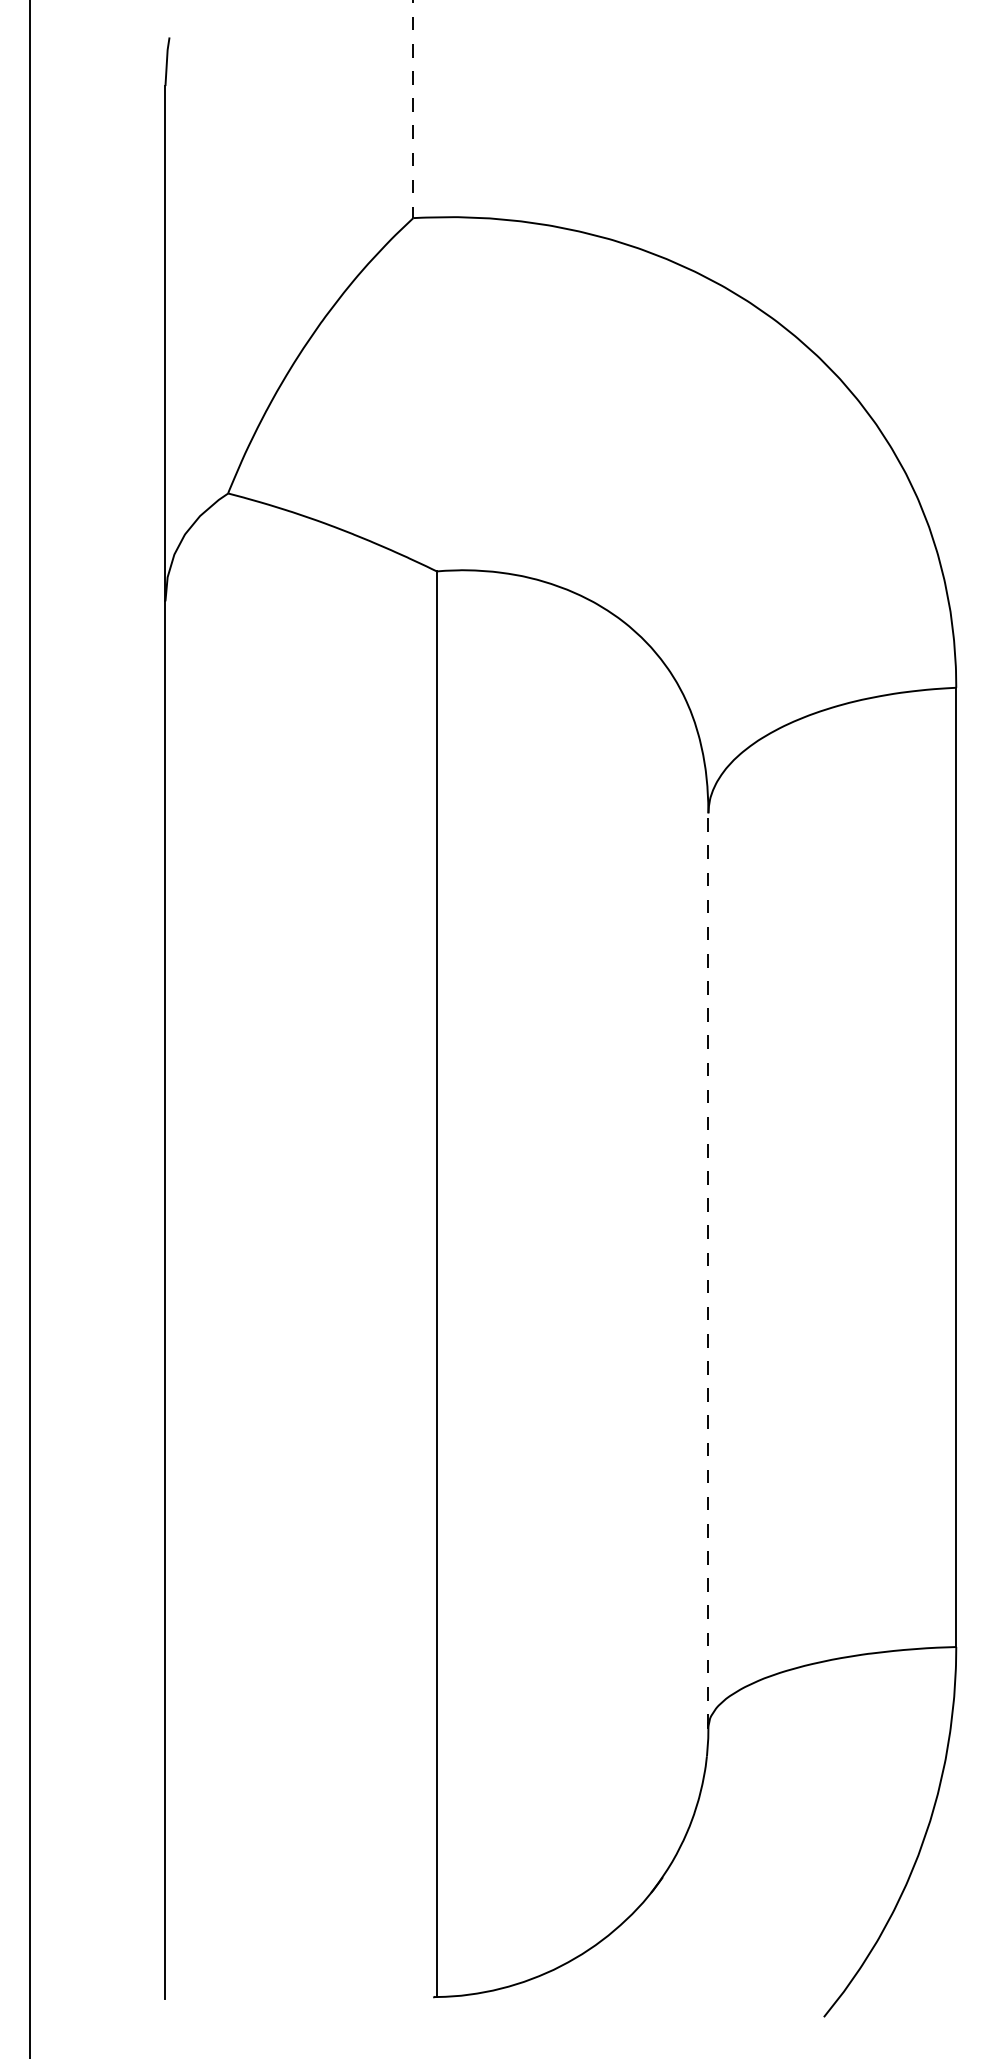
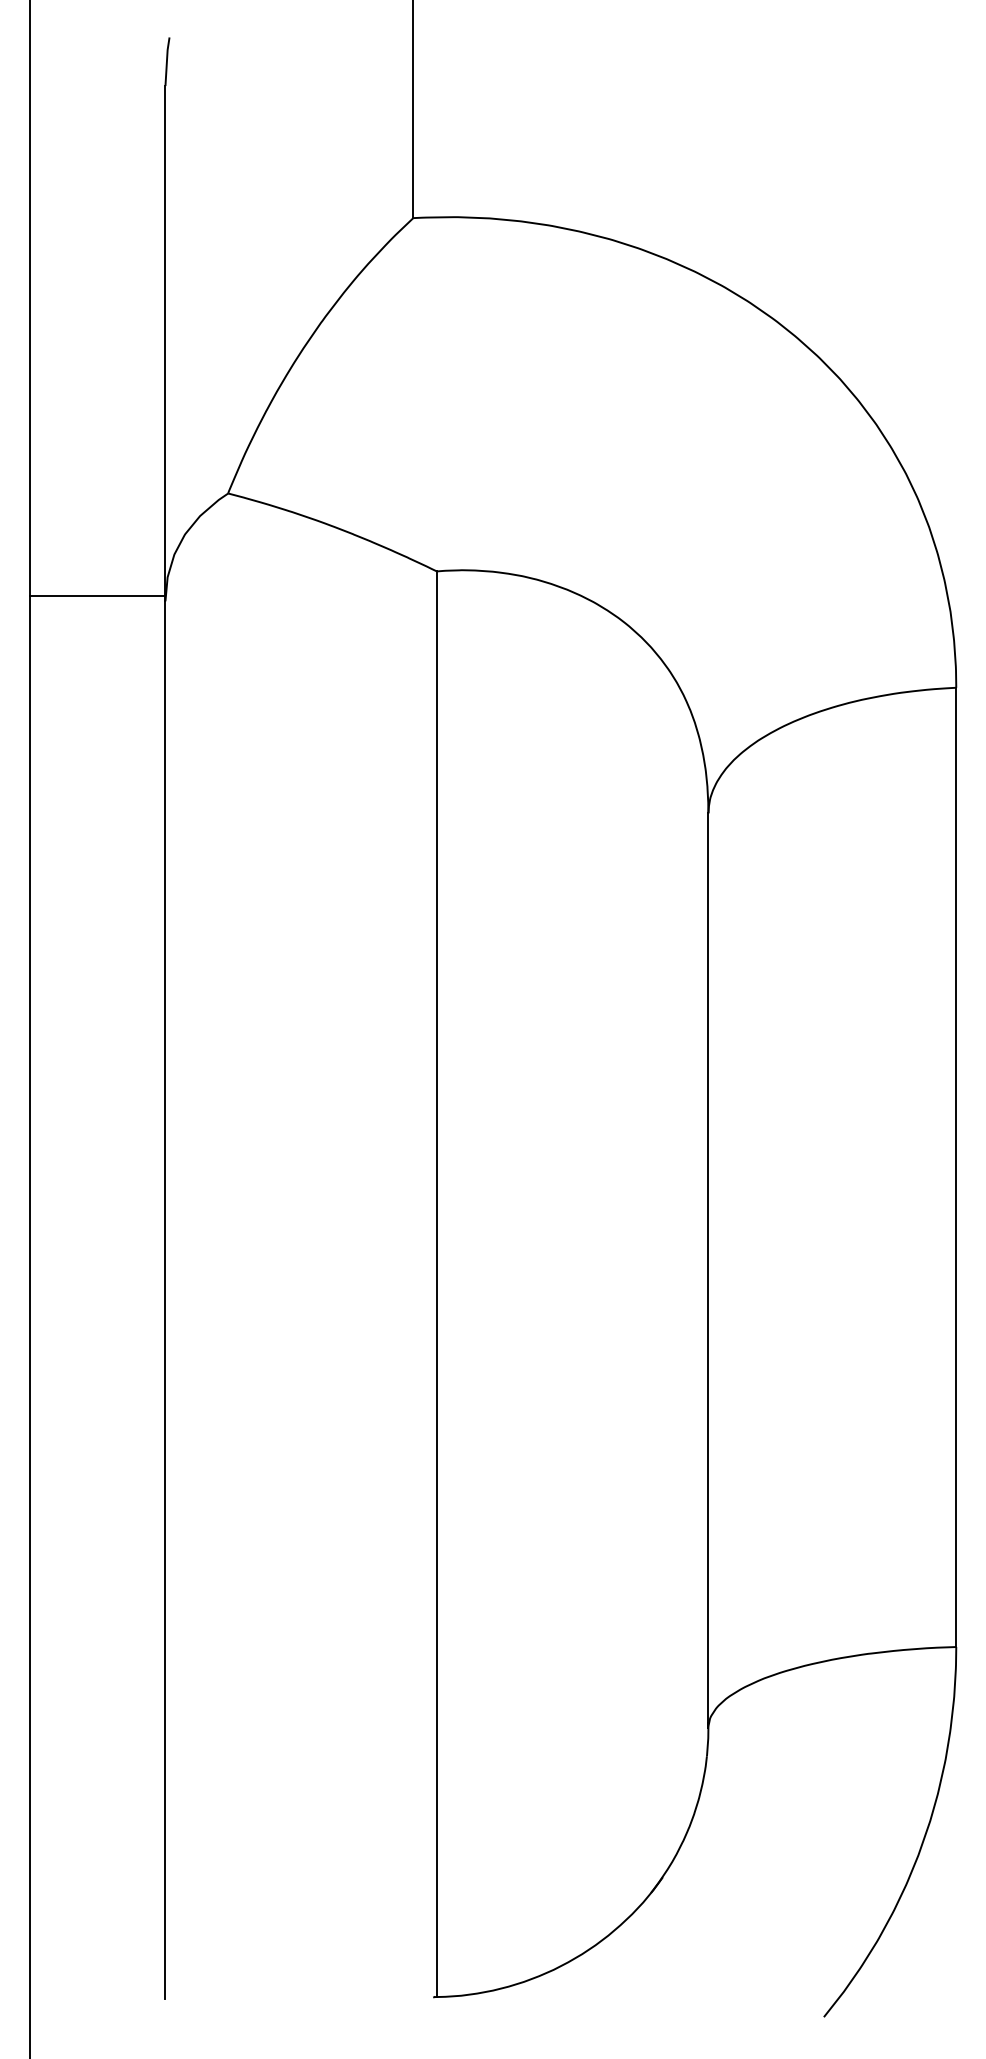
line at (413, 109): dashed -> solid
line at (97, 596): none -> present
line at (708, 1269): dashed -> solid
